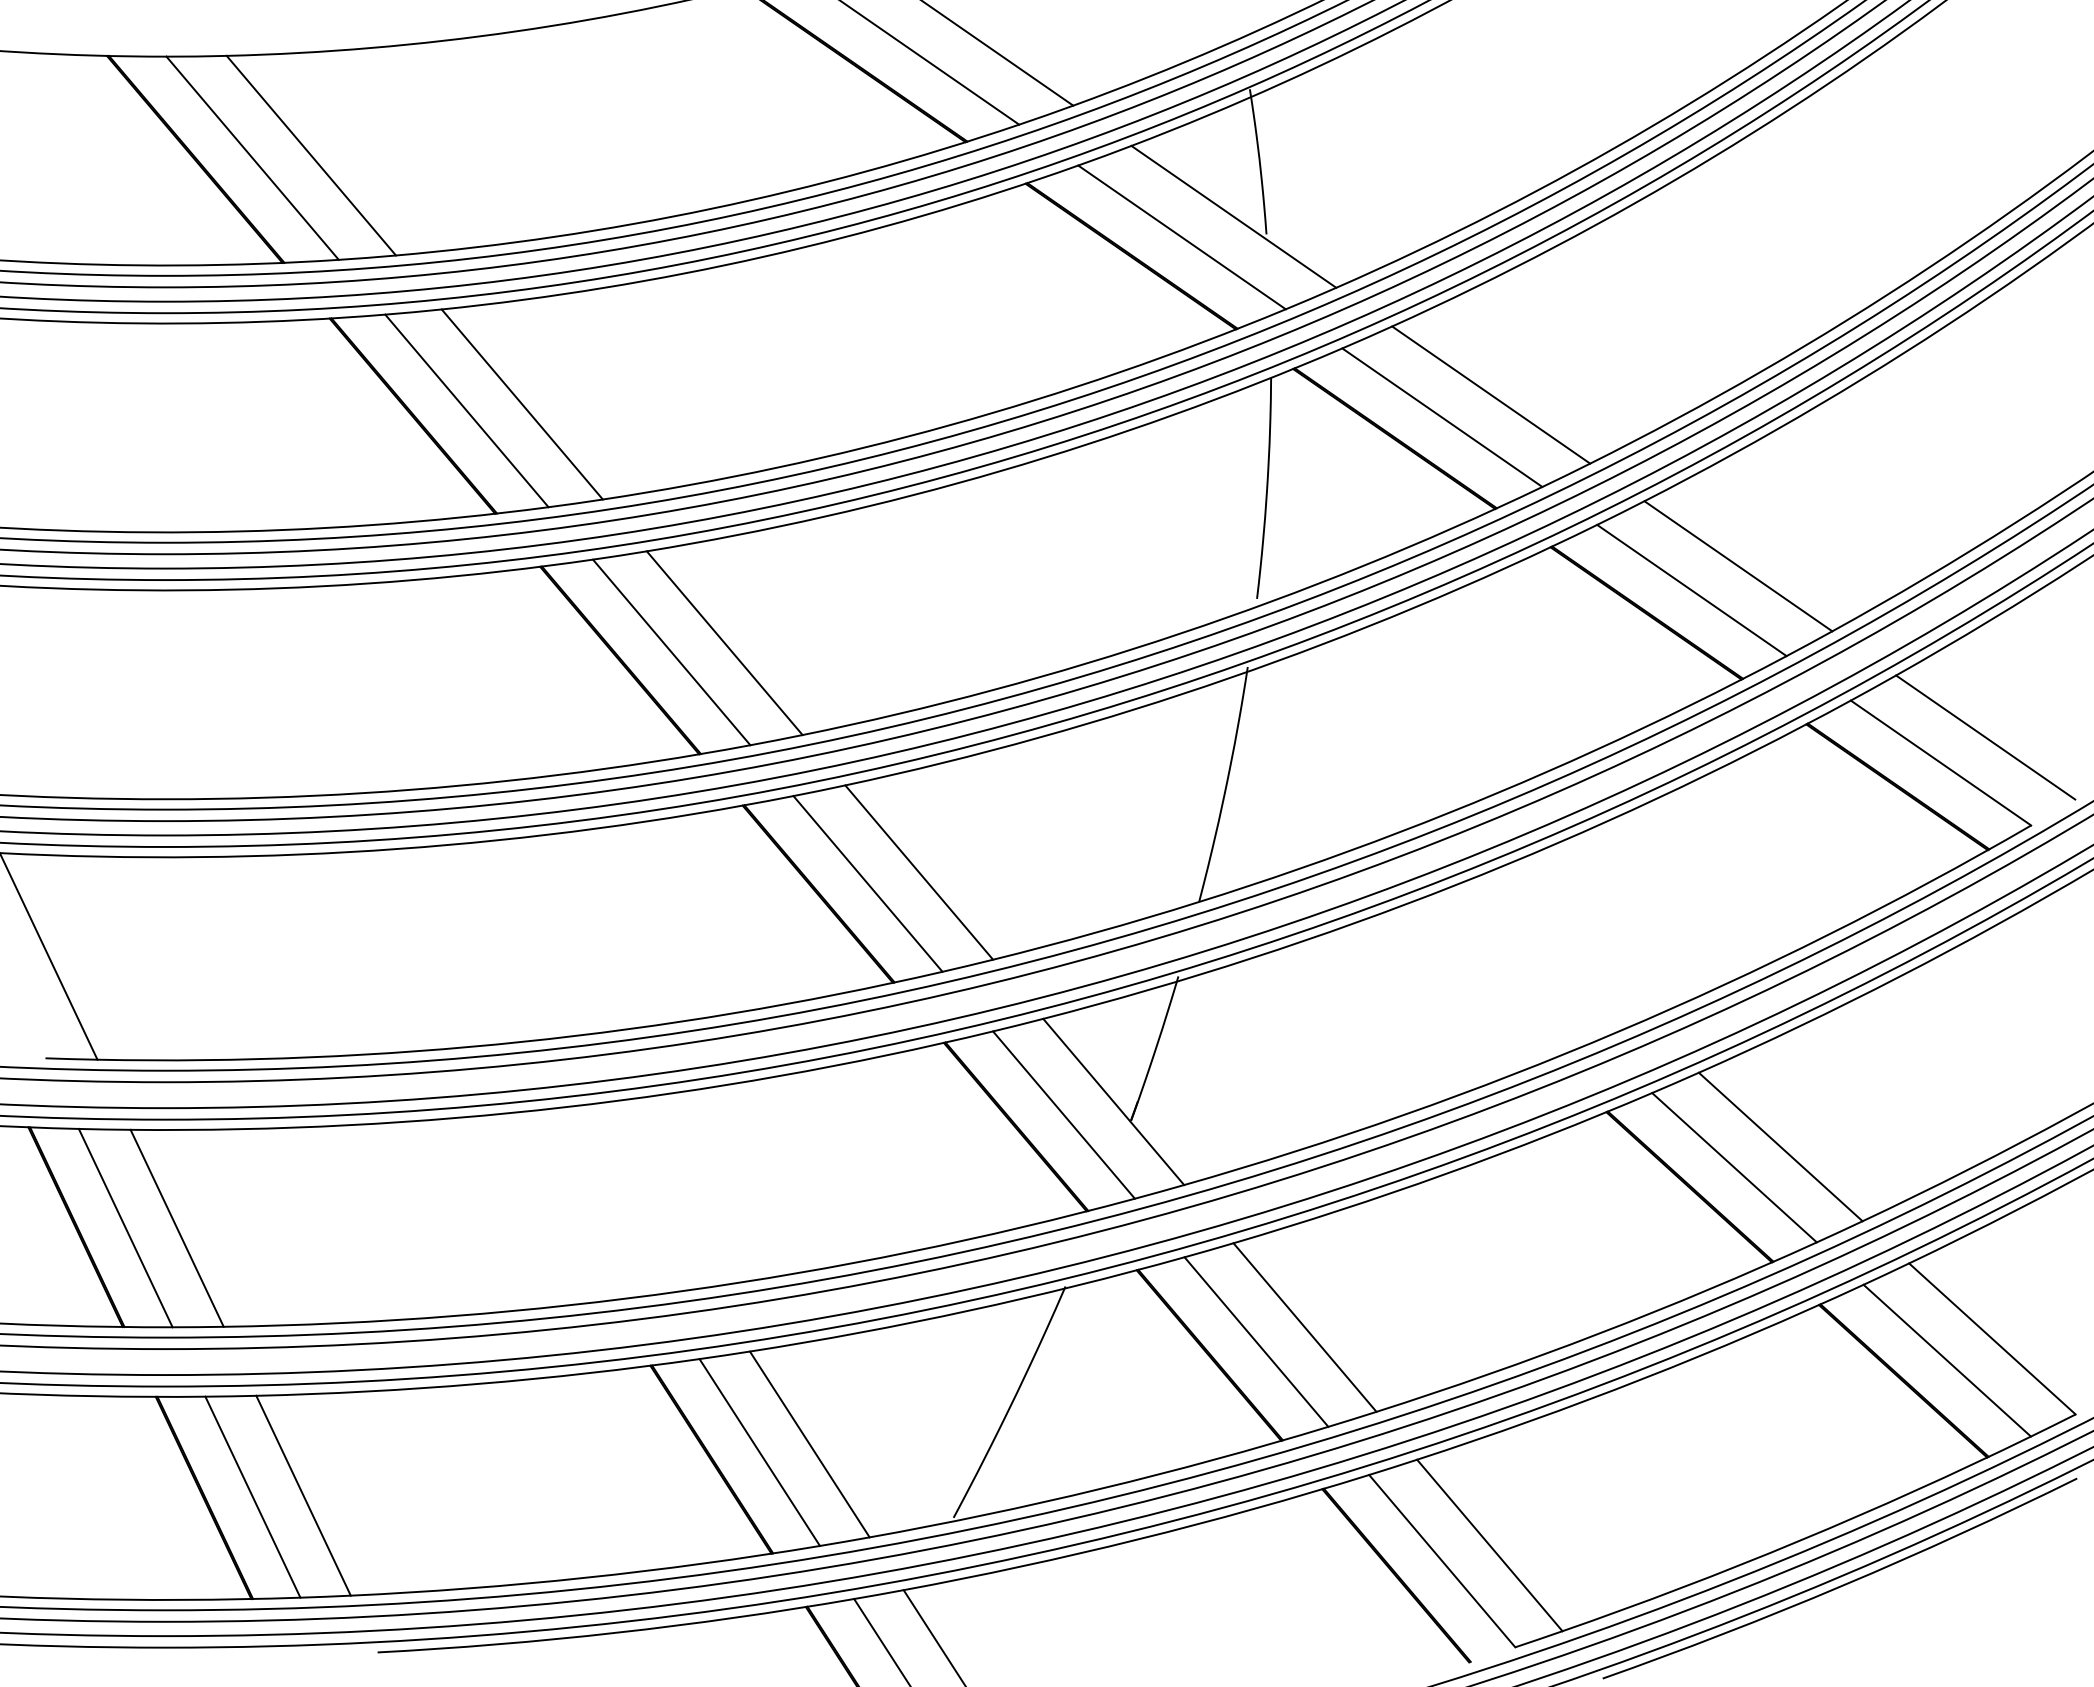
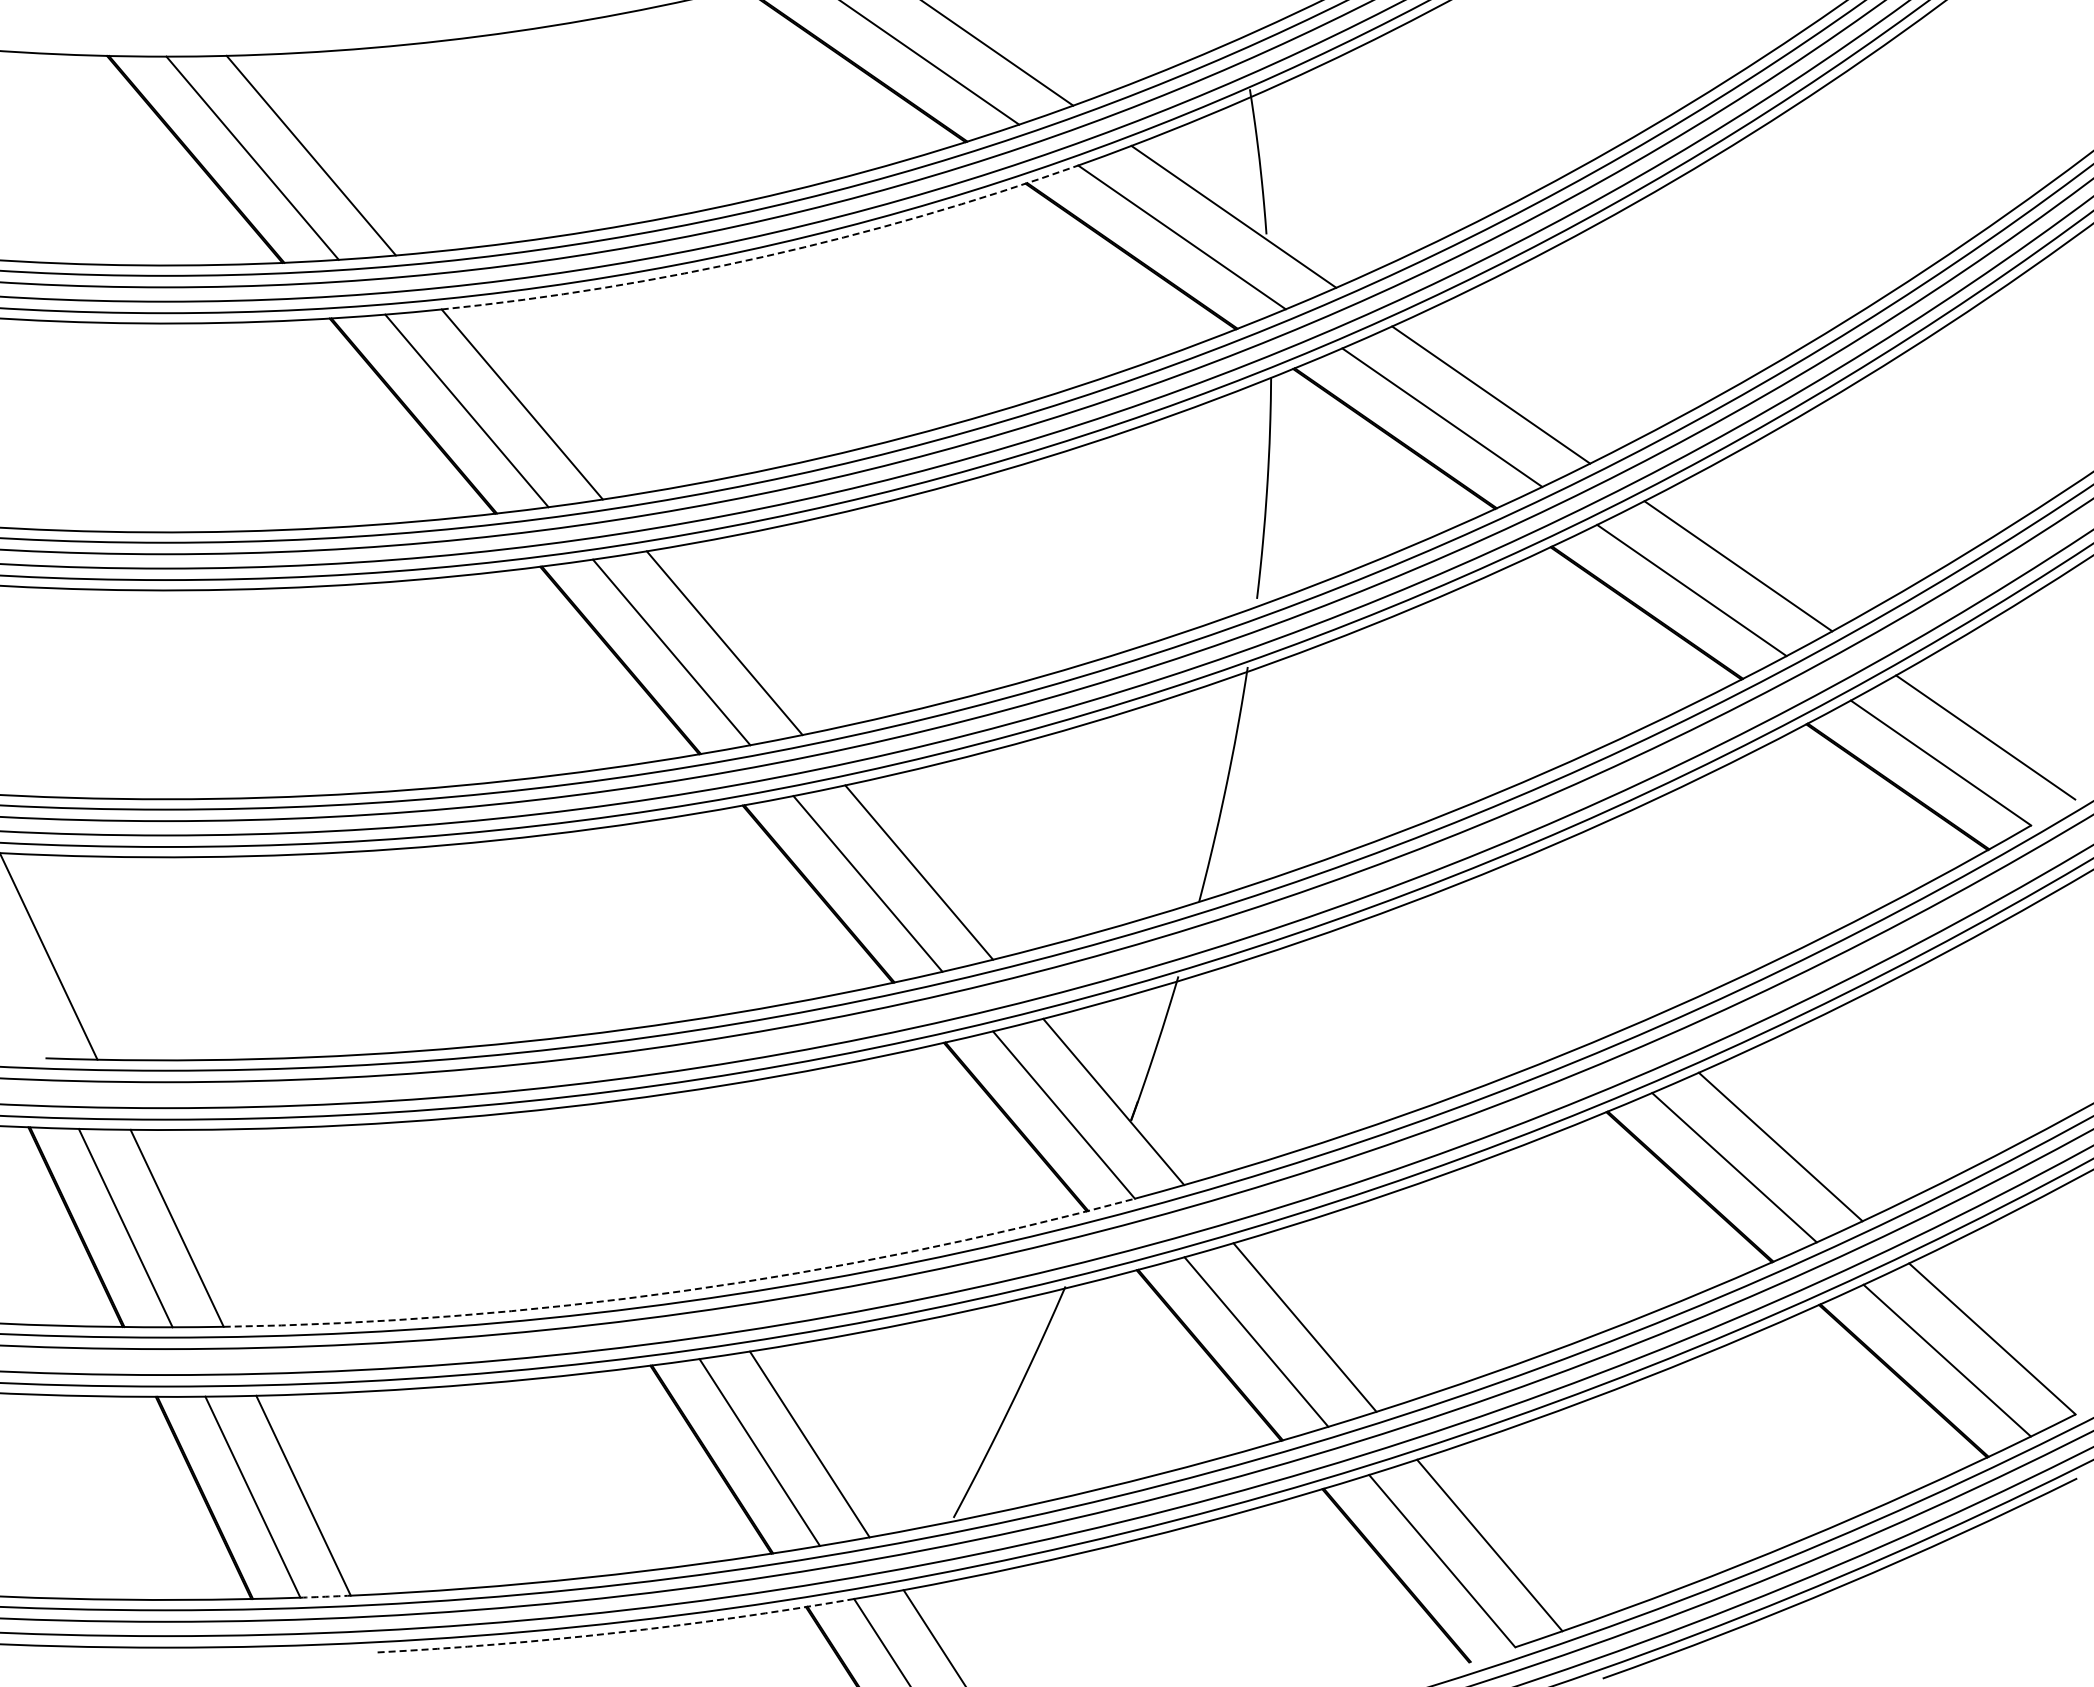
arc at (764, 256): solid -> dashed
arc at (683, 1291): solid -> dashed
arc at (325, 1596): solid -> dashed
arc at (616, 1632): solid -> dashed
